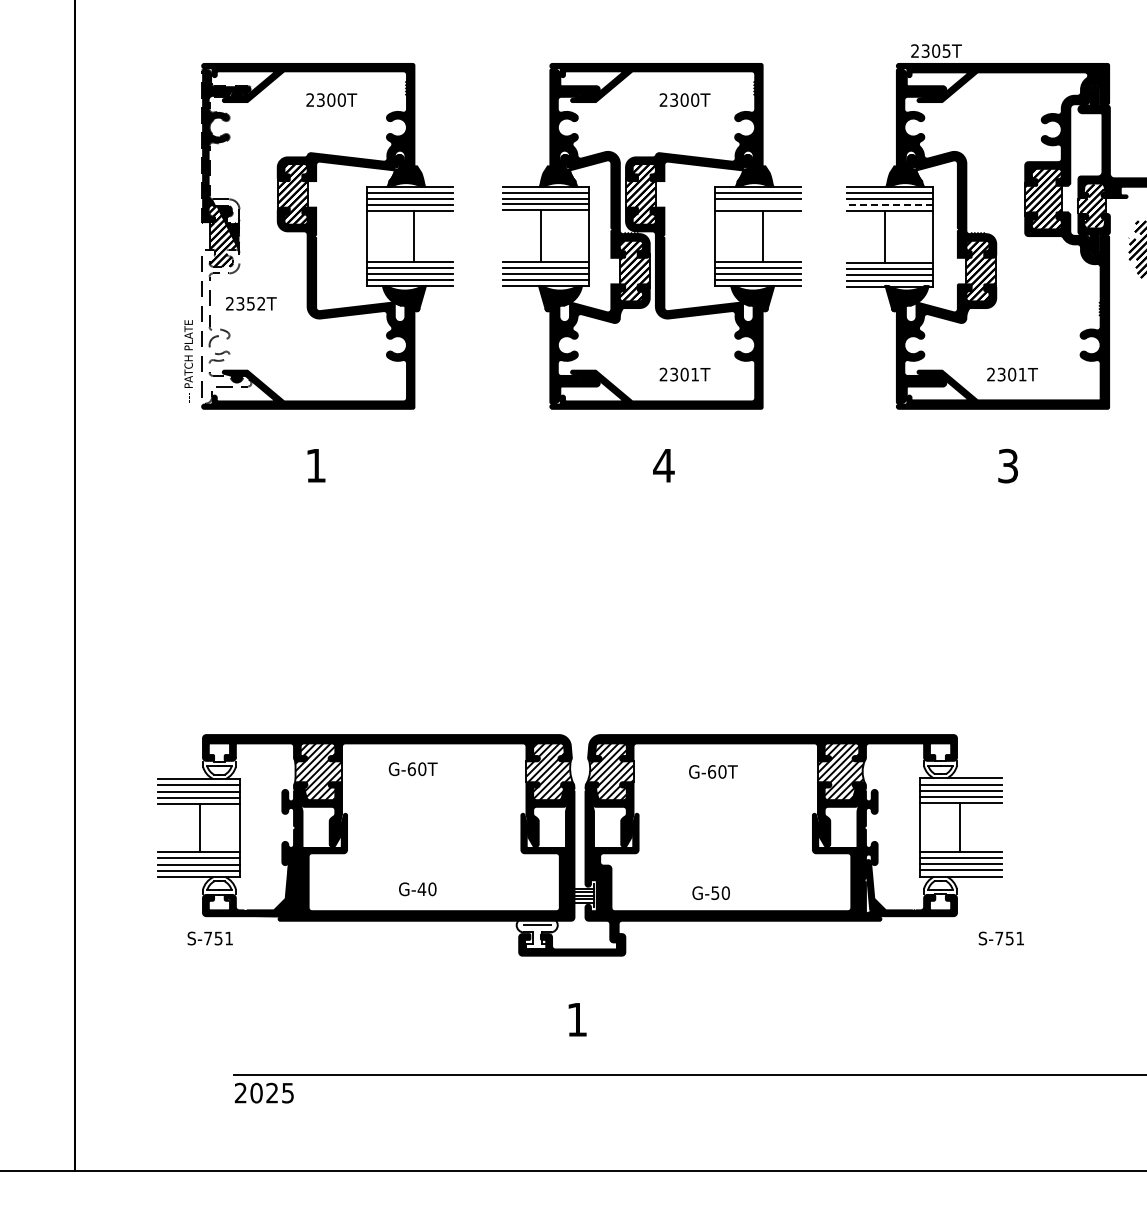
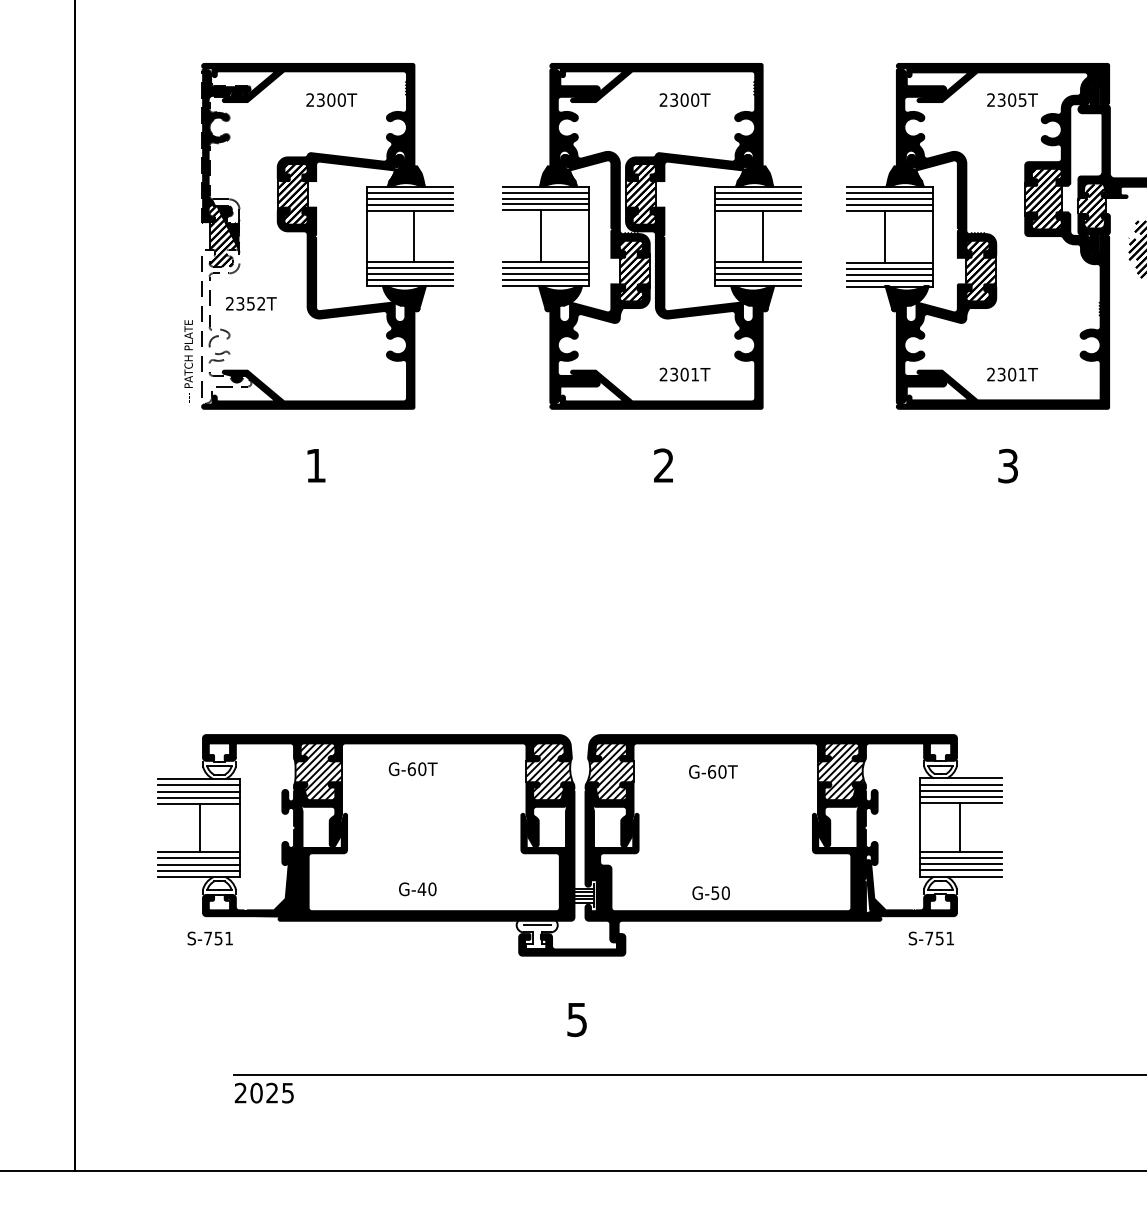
text at (936, 50) position: (936, 50) -> (1012, 99)
line at (757, 204): none -> present
line at (889, 205): dashed -> solid
text at (663, 465): 4 -> 2
text at (1000, 938) position: (1000, 938) -> (930, 938)
text at (576, 1020): 1 -> 5
